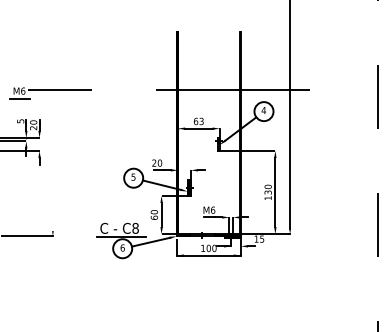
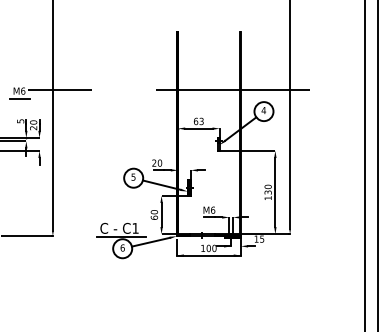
line at (52, 116): none -> present
line at (365, 165): none -> present
line at (378, 166): dashed -> solid
text at (135, 227): C8 -> C1
